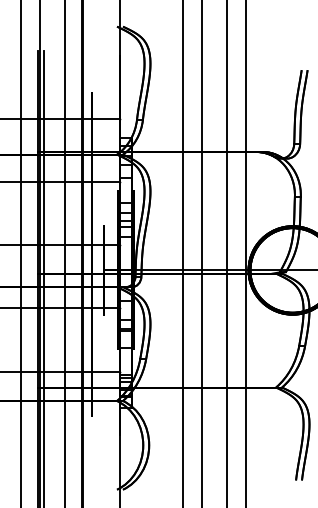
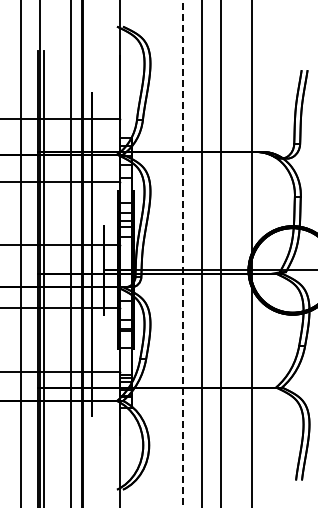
line at (64, 253) position: (64, 253) -> (70, 253)
line at (226, 253) position: (226, 253) -> (220, 253)
line at (245, 253) position: (245, 253) -> (251, 253)
line at (182, 254): solid -> dashed
